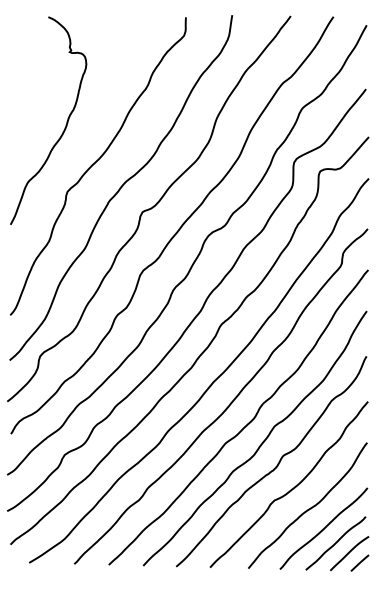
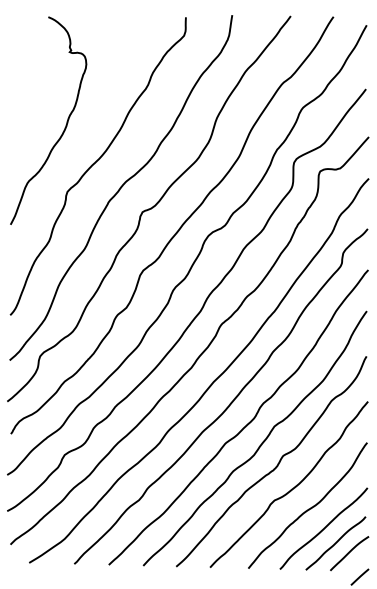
line at (359, 562) position: (359, 562) -> (359, 576)
